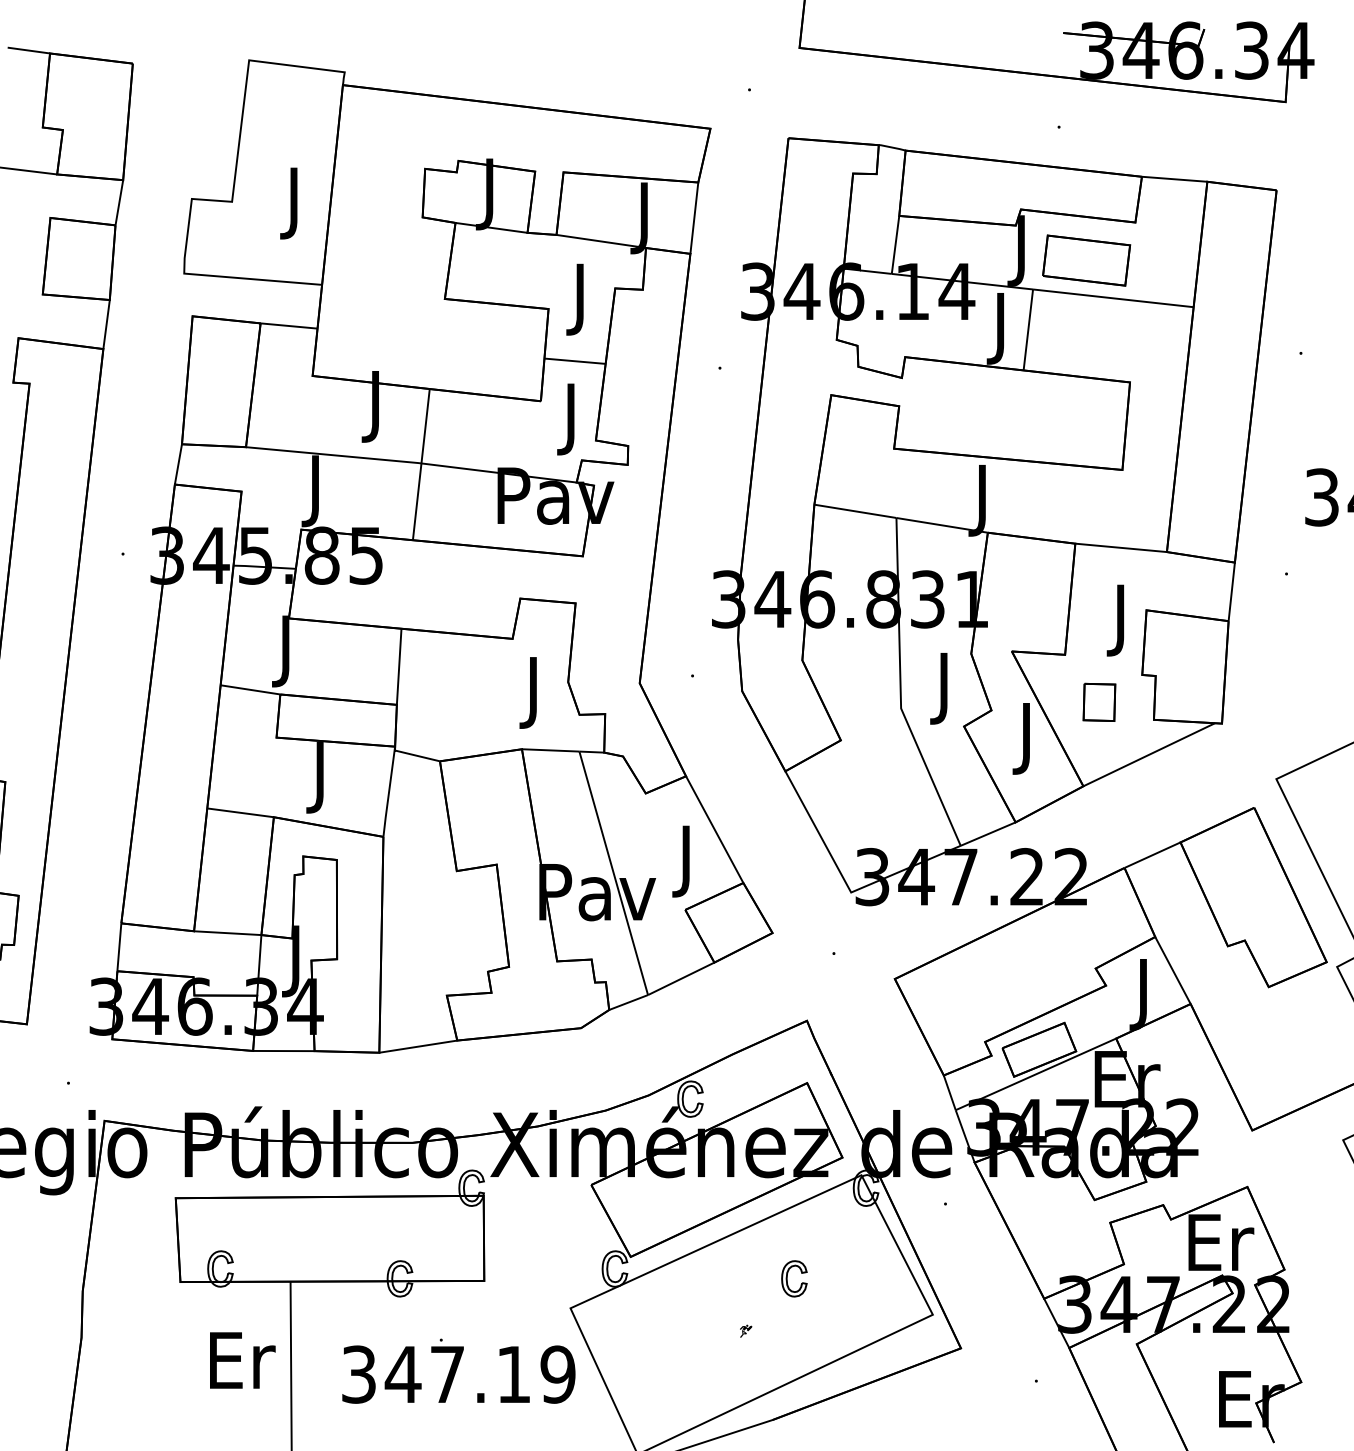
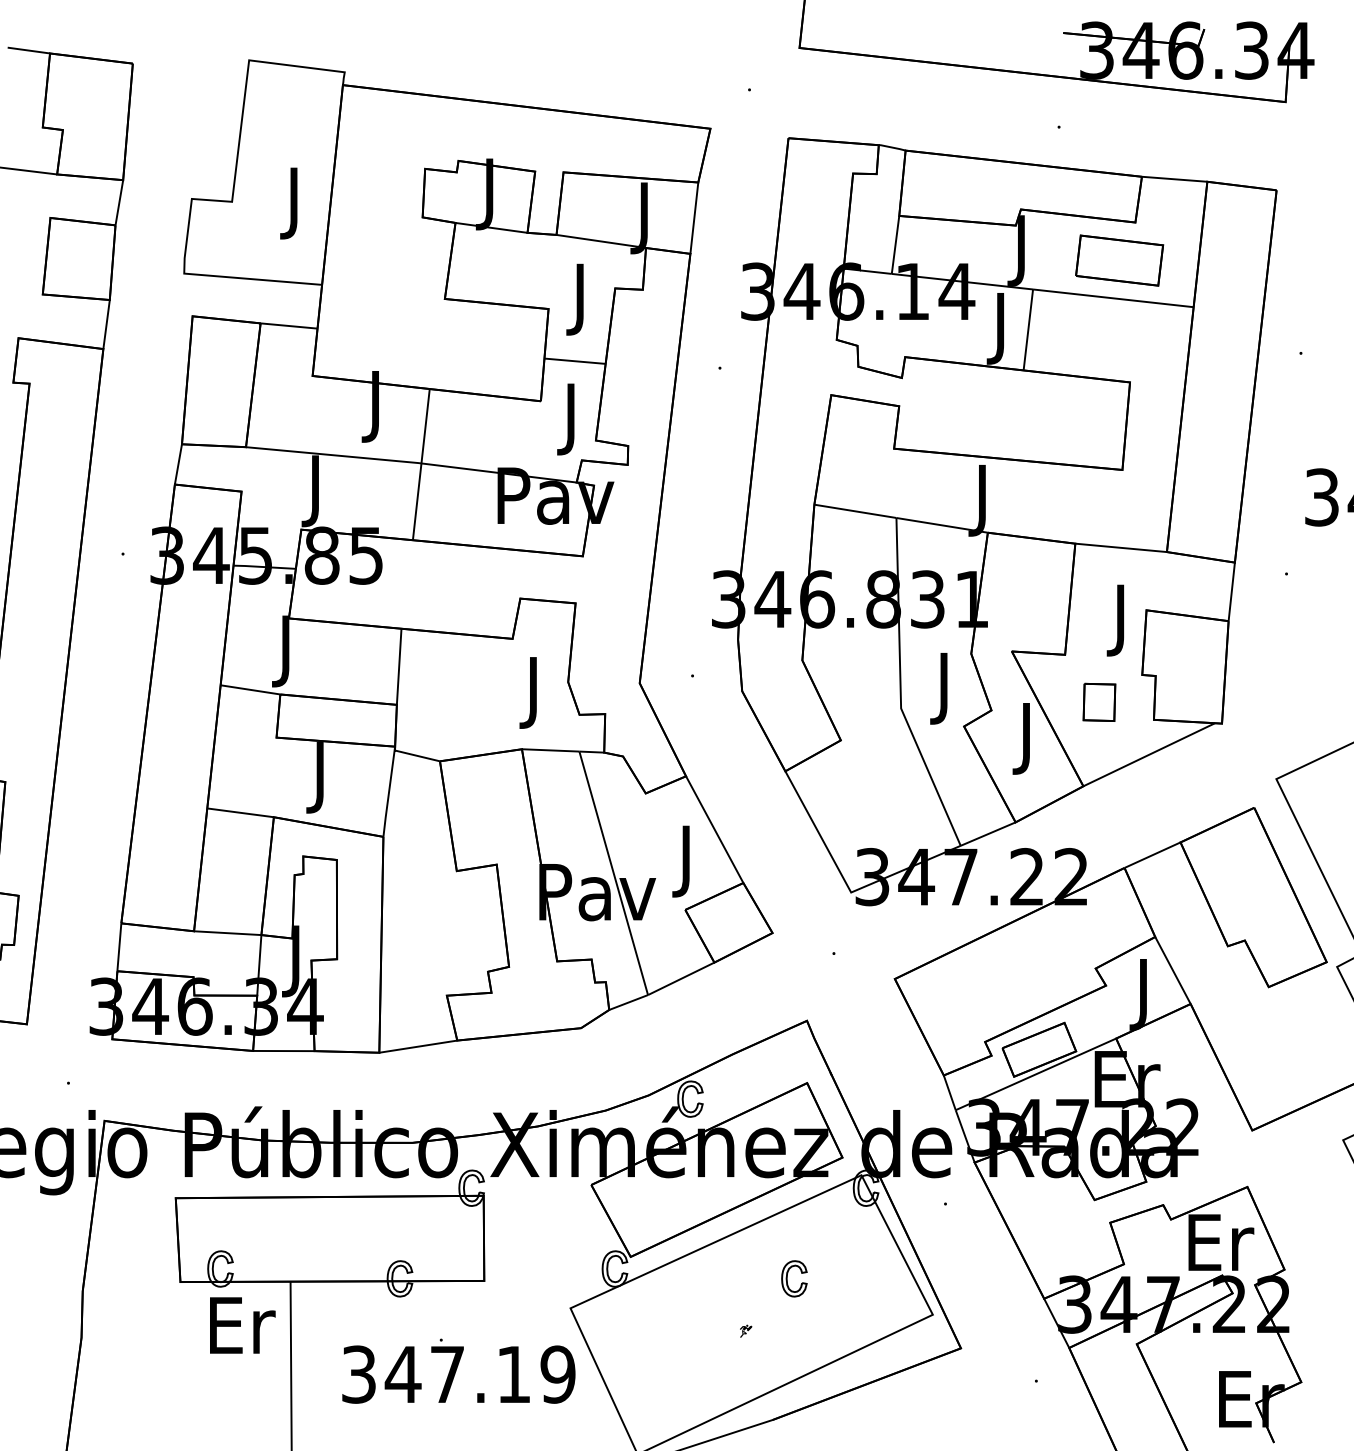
part at (1086, 260) position: (1086, 260) -> (1119, 260)
text at (242, 1360) position: (242, 1360) -> (242, 1325)
